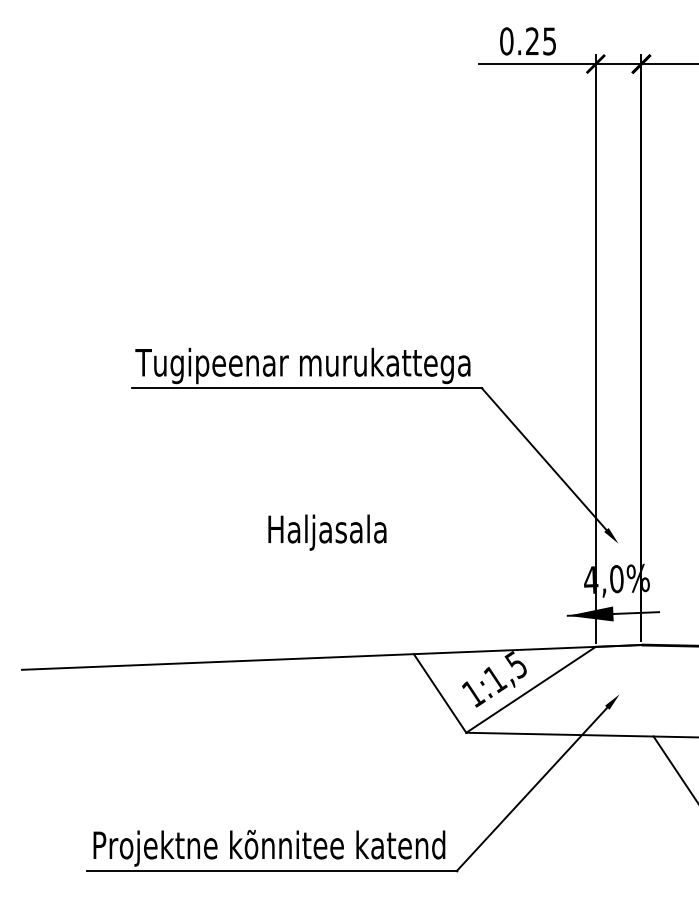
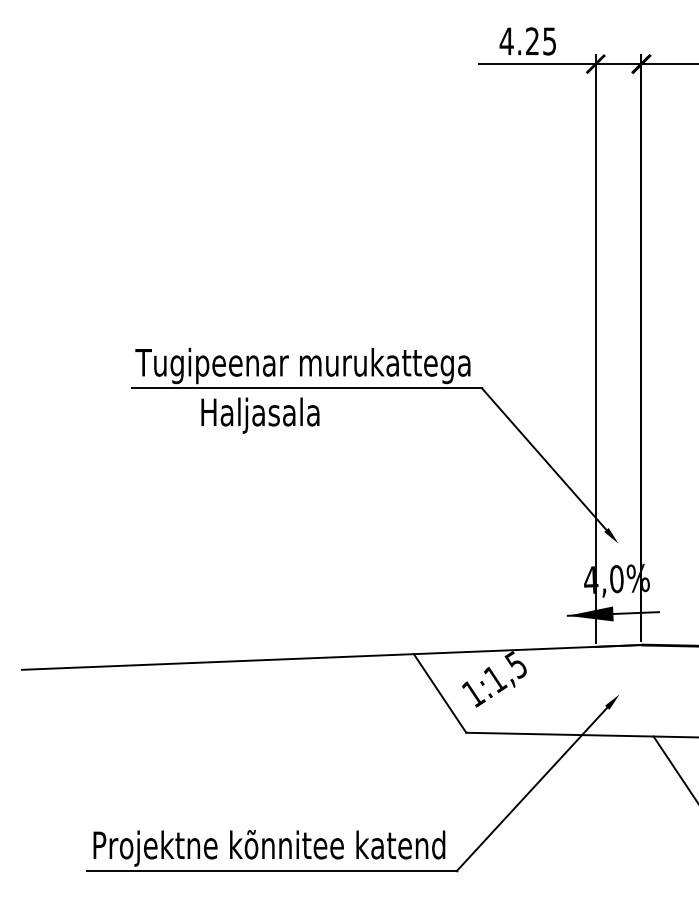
text at (506, 41): 0.25 -> 4.25
text at (327, 532) position: (327, 532) -> (260, 415)
line at (530, 689): present -> none
